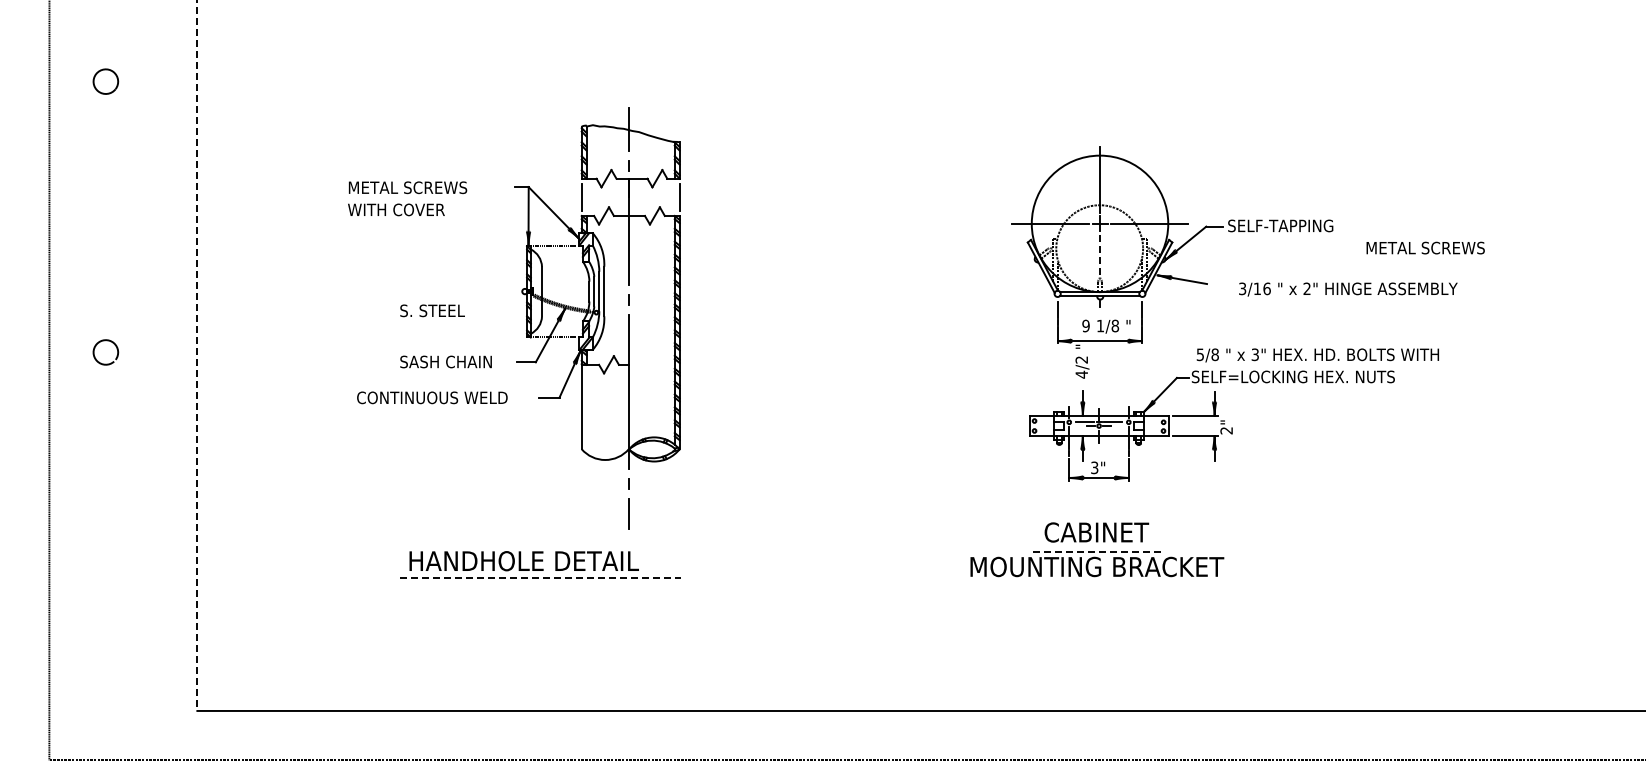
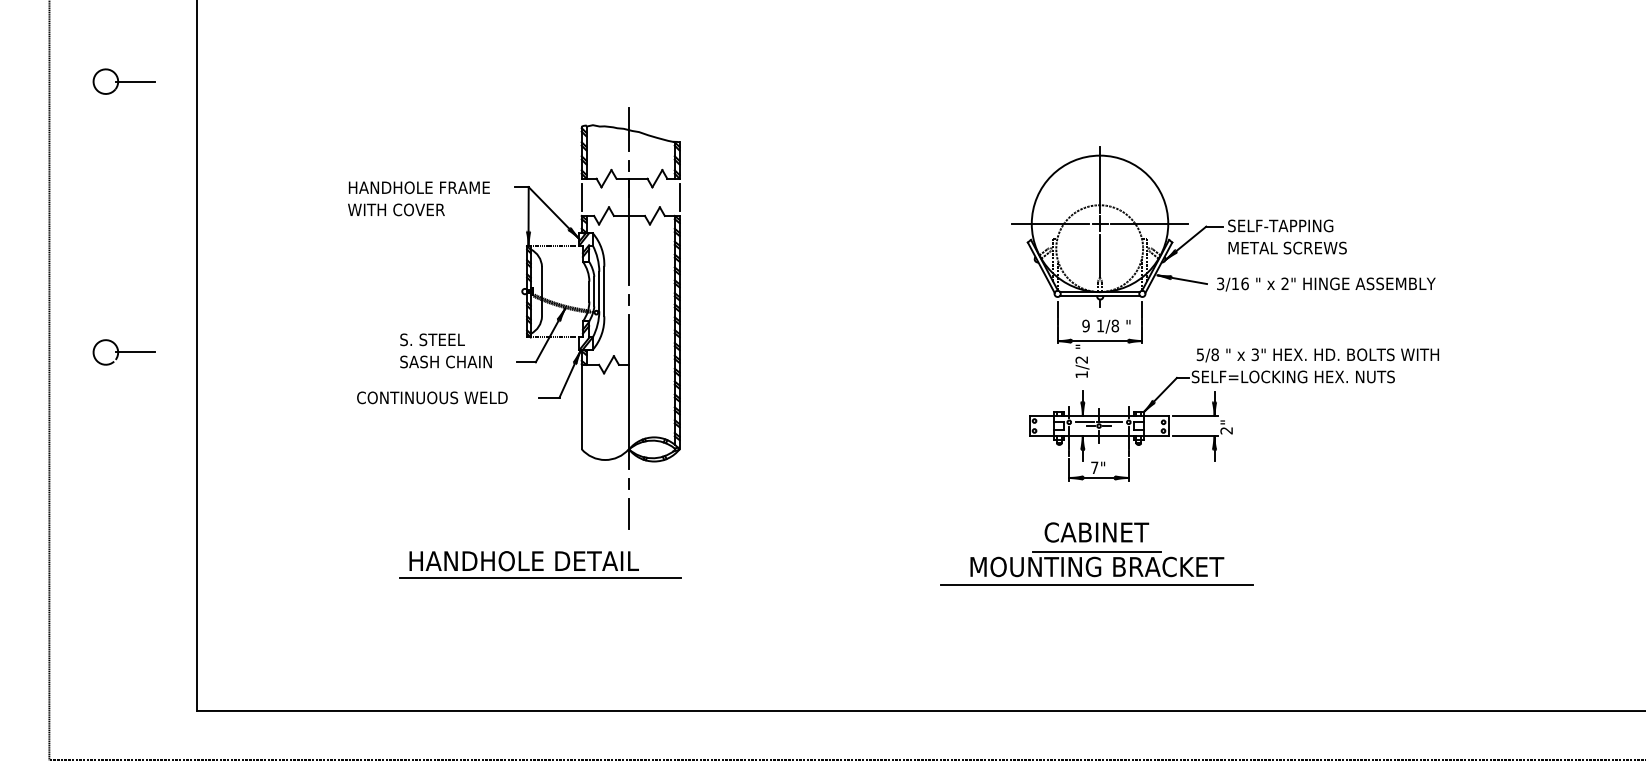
line at (135, 81): none -> present
text at (419, 187): METAL SCREWS -> HANDHOLE FRAME
text at (1425, 247) position: (1425, 247) -> (1287, 247)
line at (1100, 255): dashed -> solid
text at (1348, 289) position: (1348, 289) -> (1326, 284)
text at (432, 310) position: (432, 310) -> (432, 339)
line at (135, 352): none -> present
line at (197, 356): dashed -> solid
text at (1081, 374): 4/2 -> 1/2
text at (1094, 467): 3" -> 7"
line at (1096, 552): dashed -> solid
line at (540, 578): dashed -> solid
line at (1096, 585): none -> present
